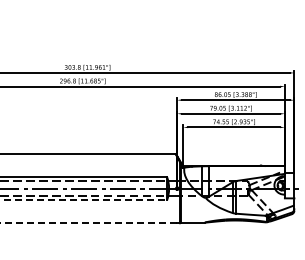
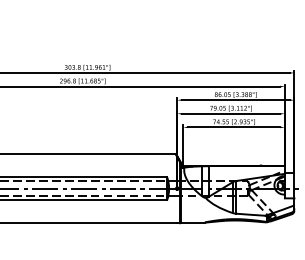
line at (84, 200): dashed -> solid
line at (88, 223): dashed -> solid
